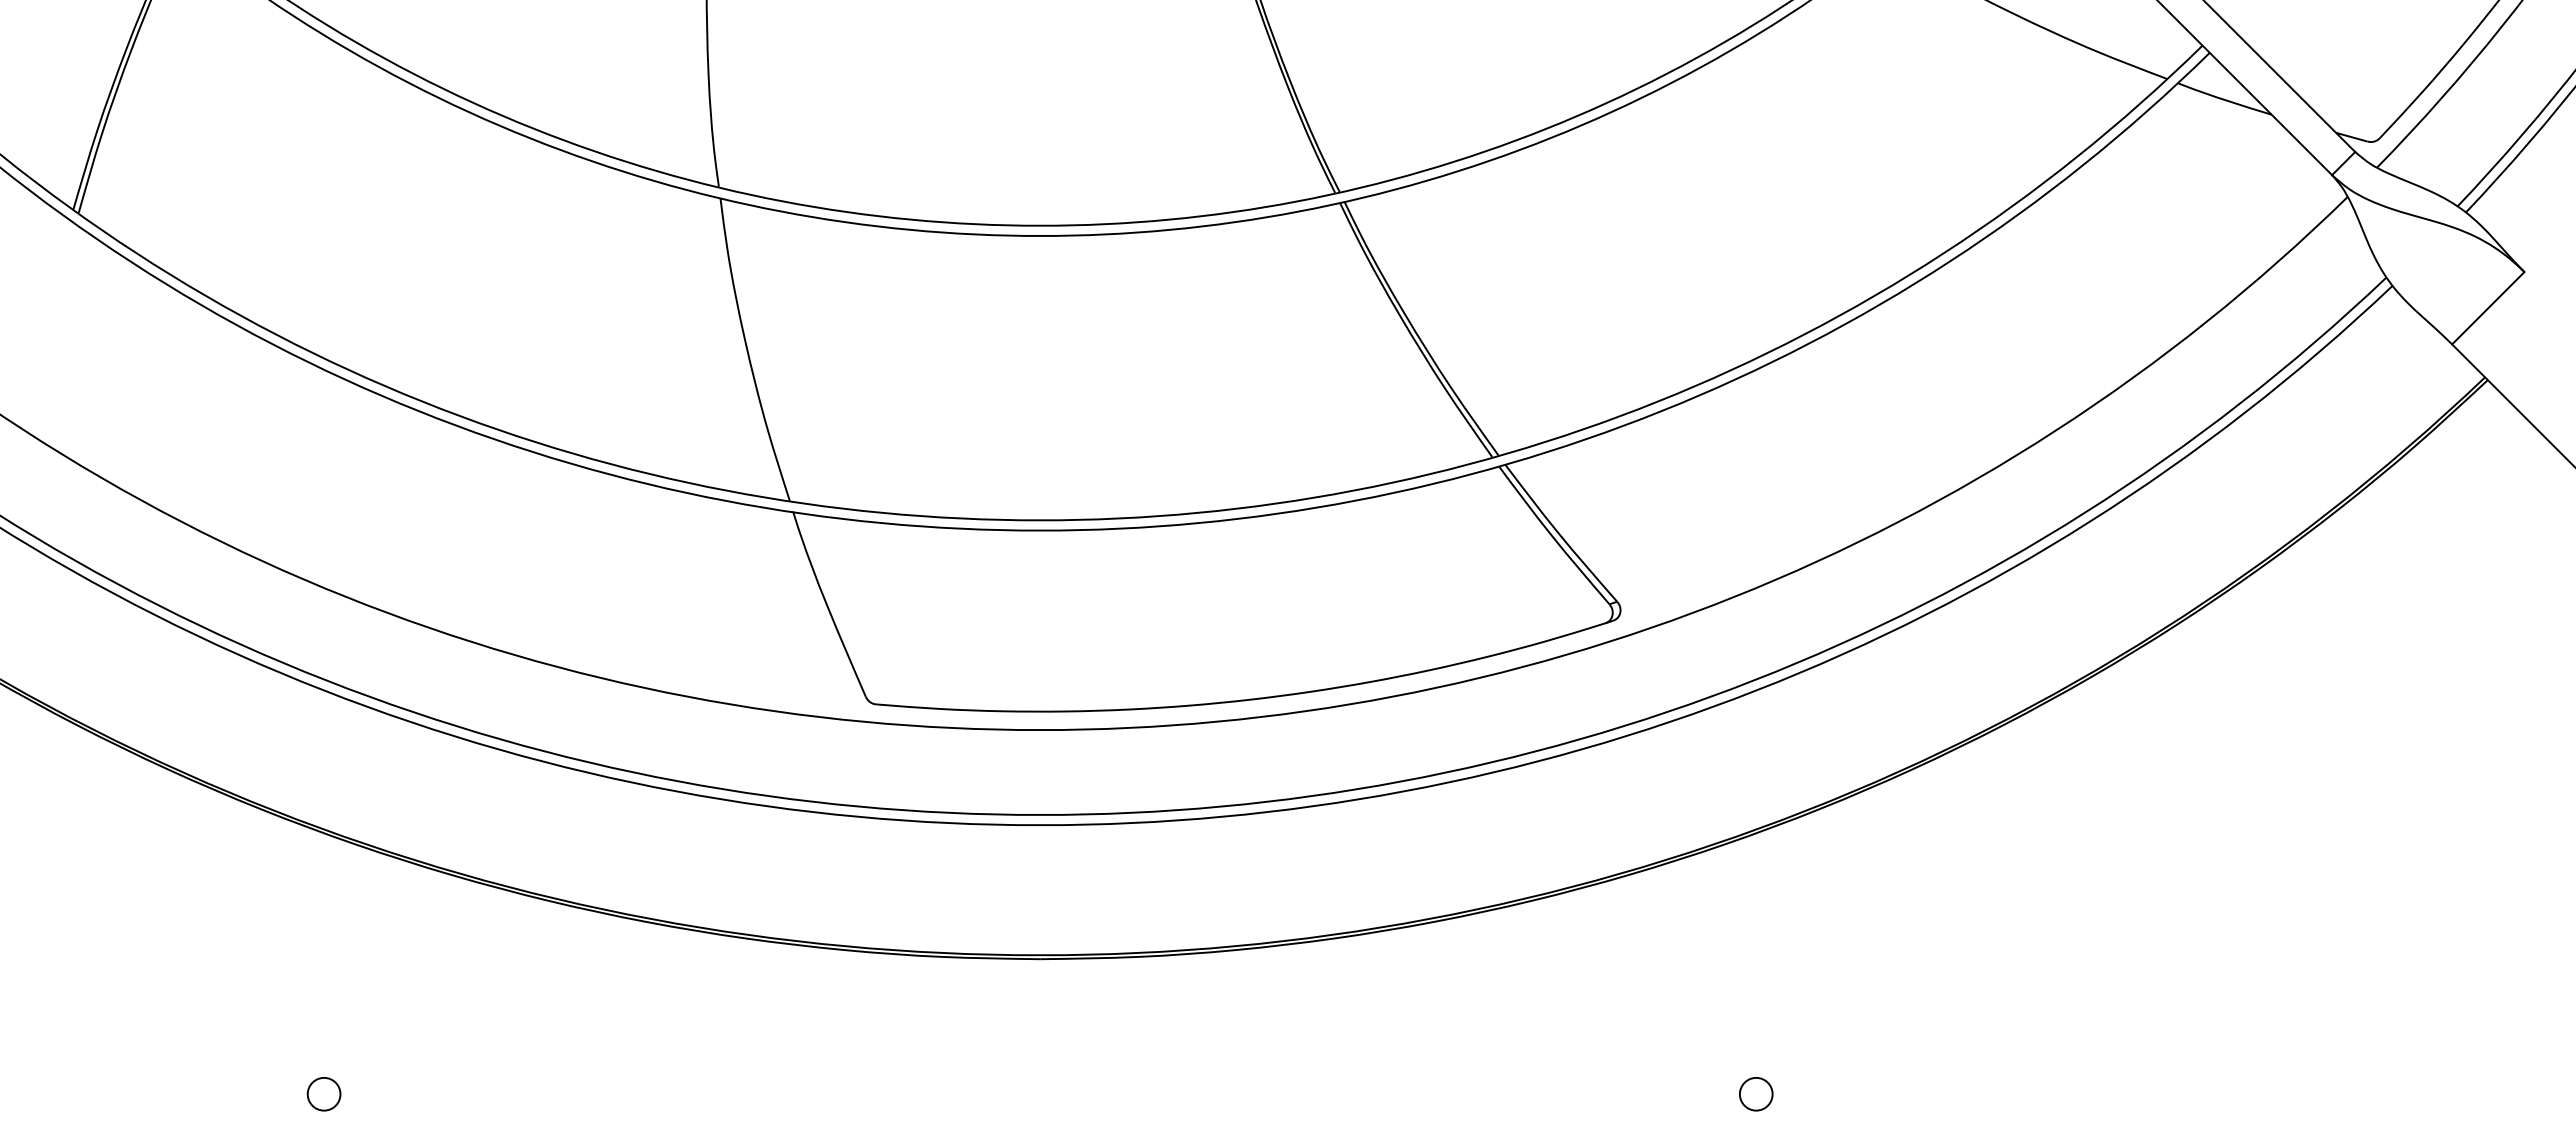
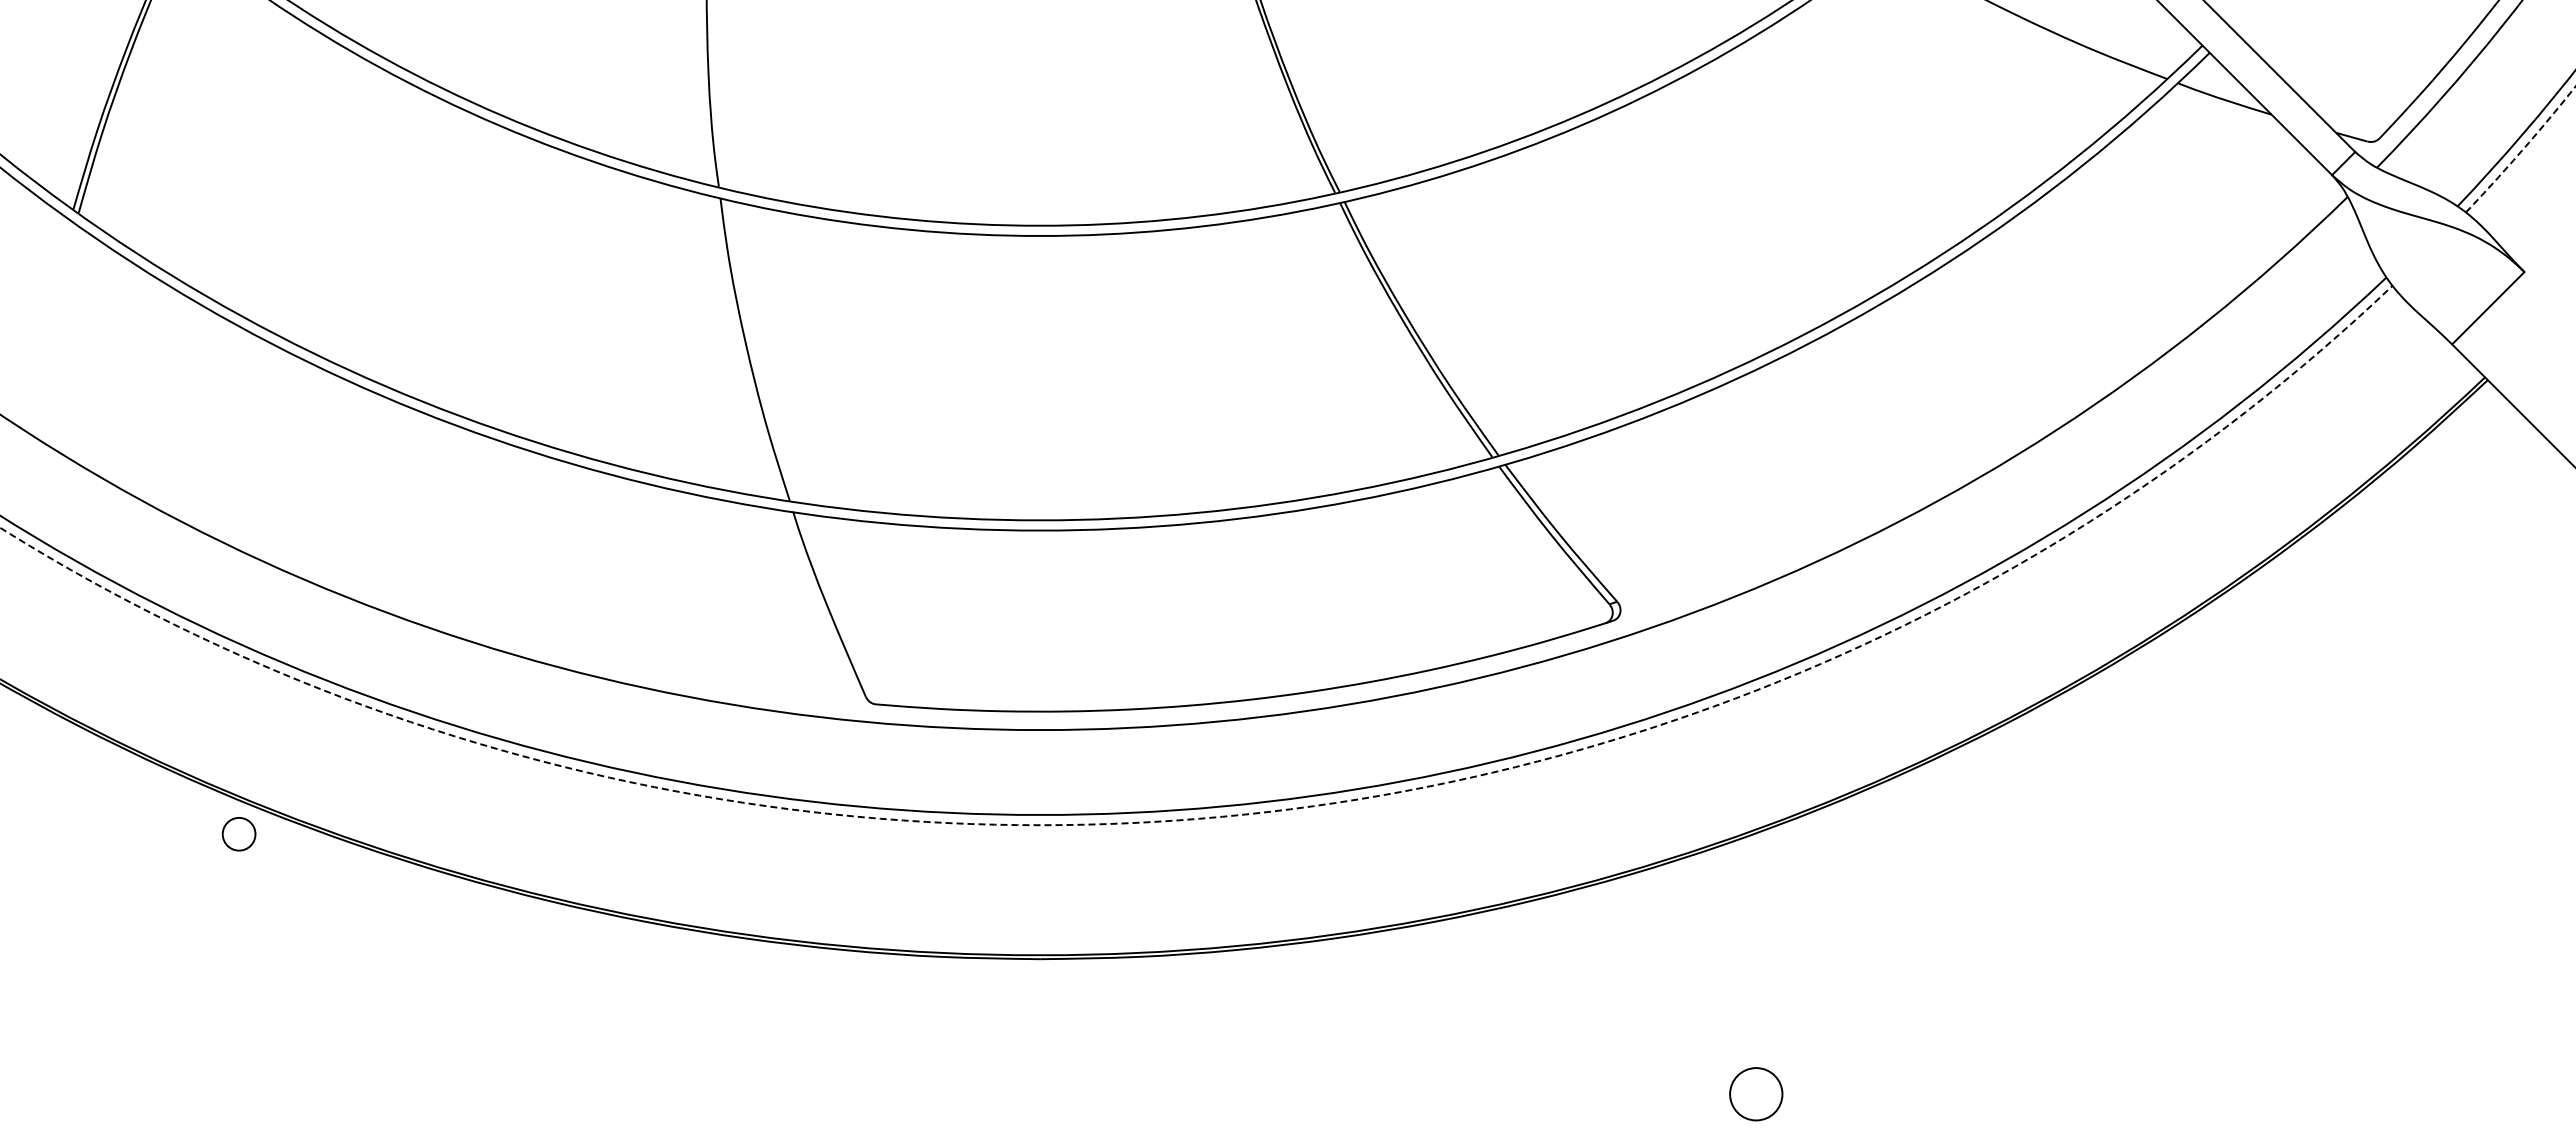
arc at (2521, 150): solid -> dashed
arc at (1238, 815): solid -> dashed
circle at (1755, 1093) diameter: 33 px -> 52 px
circle at (323, 1094) position: (323, 1094) -> (238, 834)
